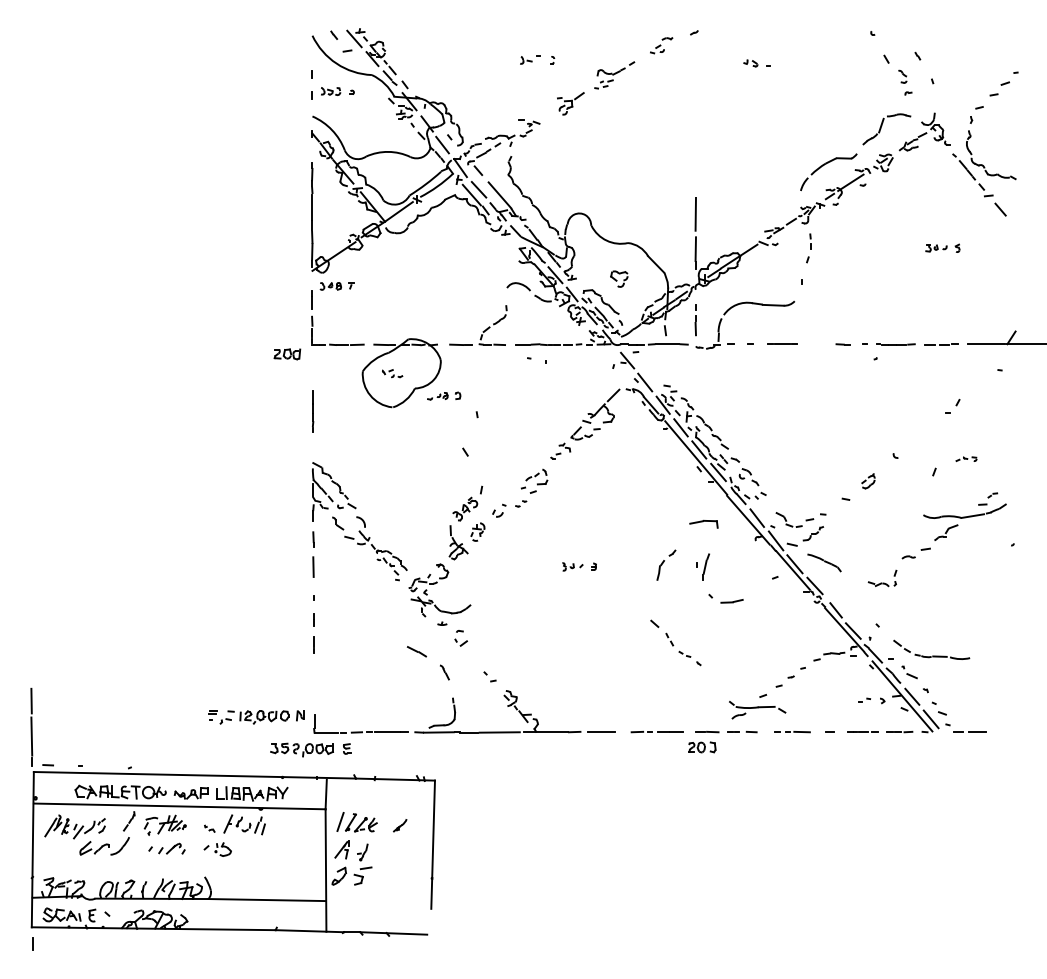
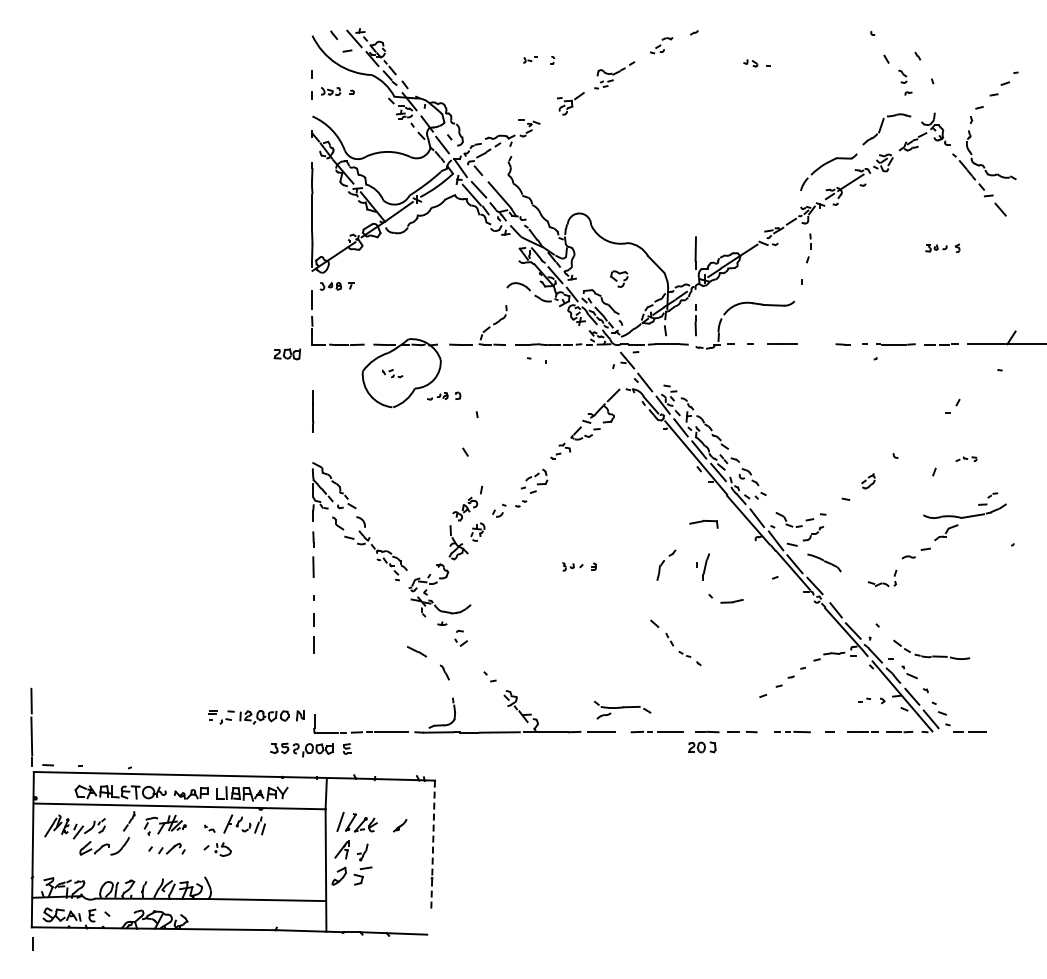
part at (530, 59) size: 21x10 px -> 15x8 px
line at (695, 213): present -> none
part at (757, 710) position: (757, 710) -> (622, 710)
line at (433, 845): solid -> dashed
